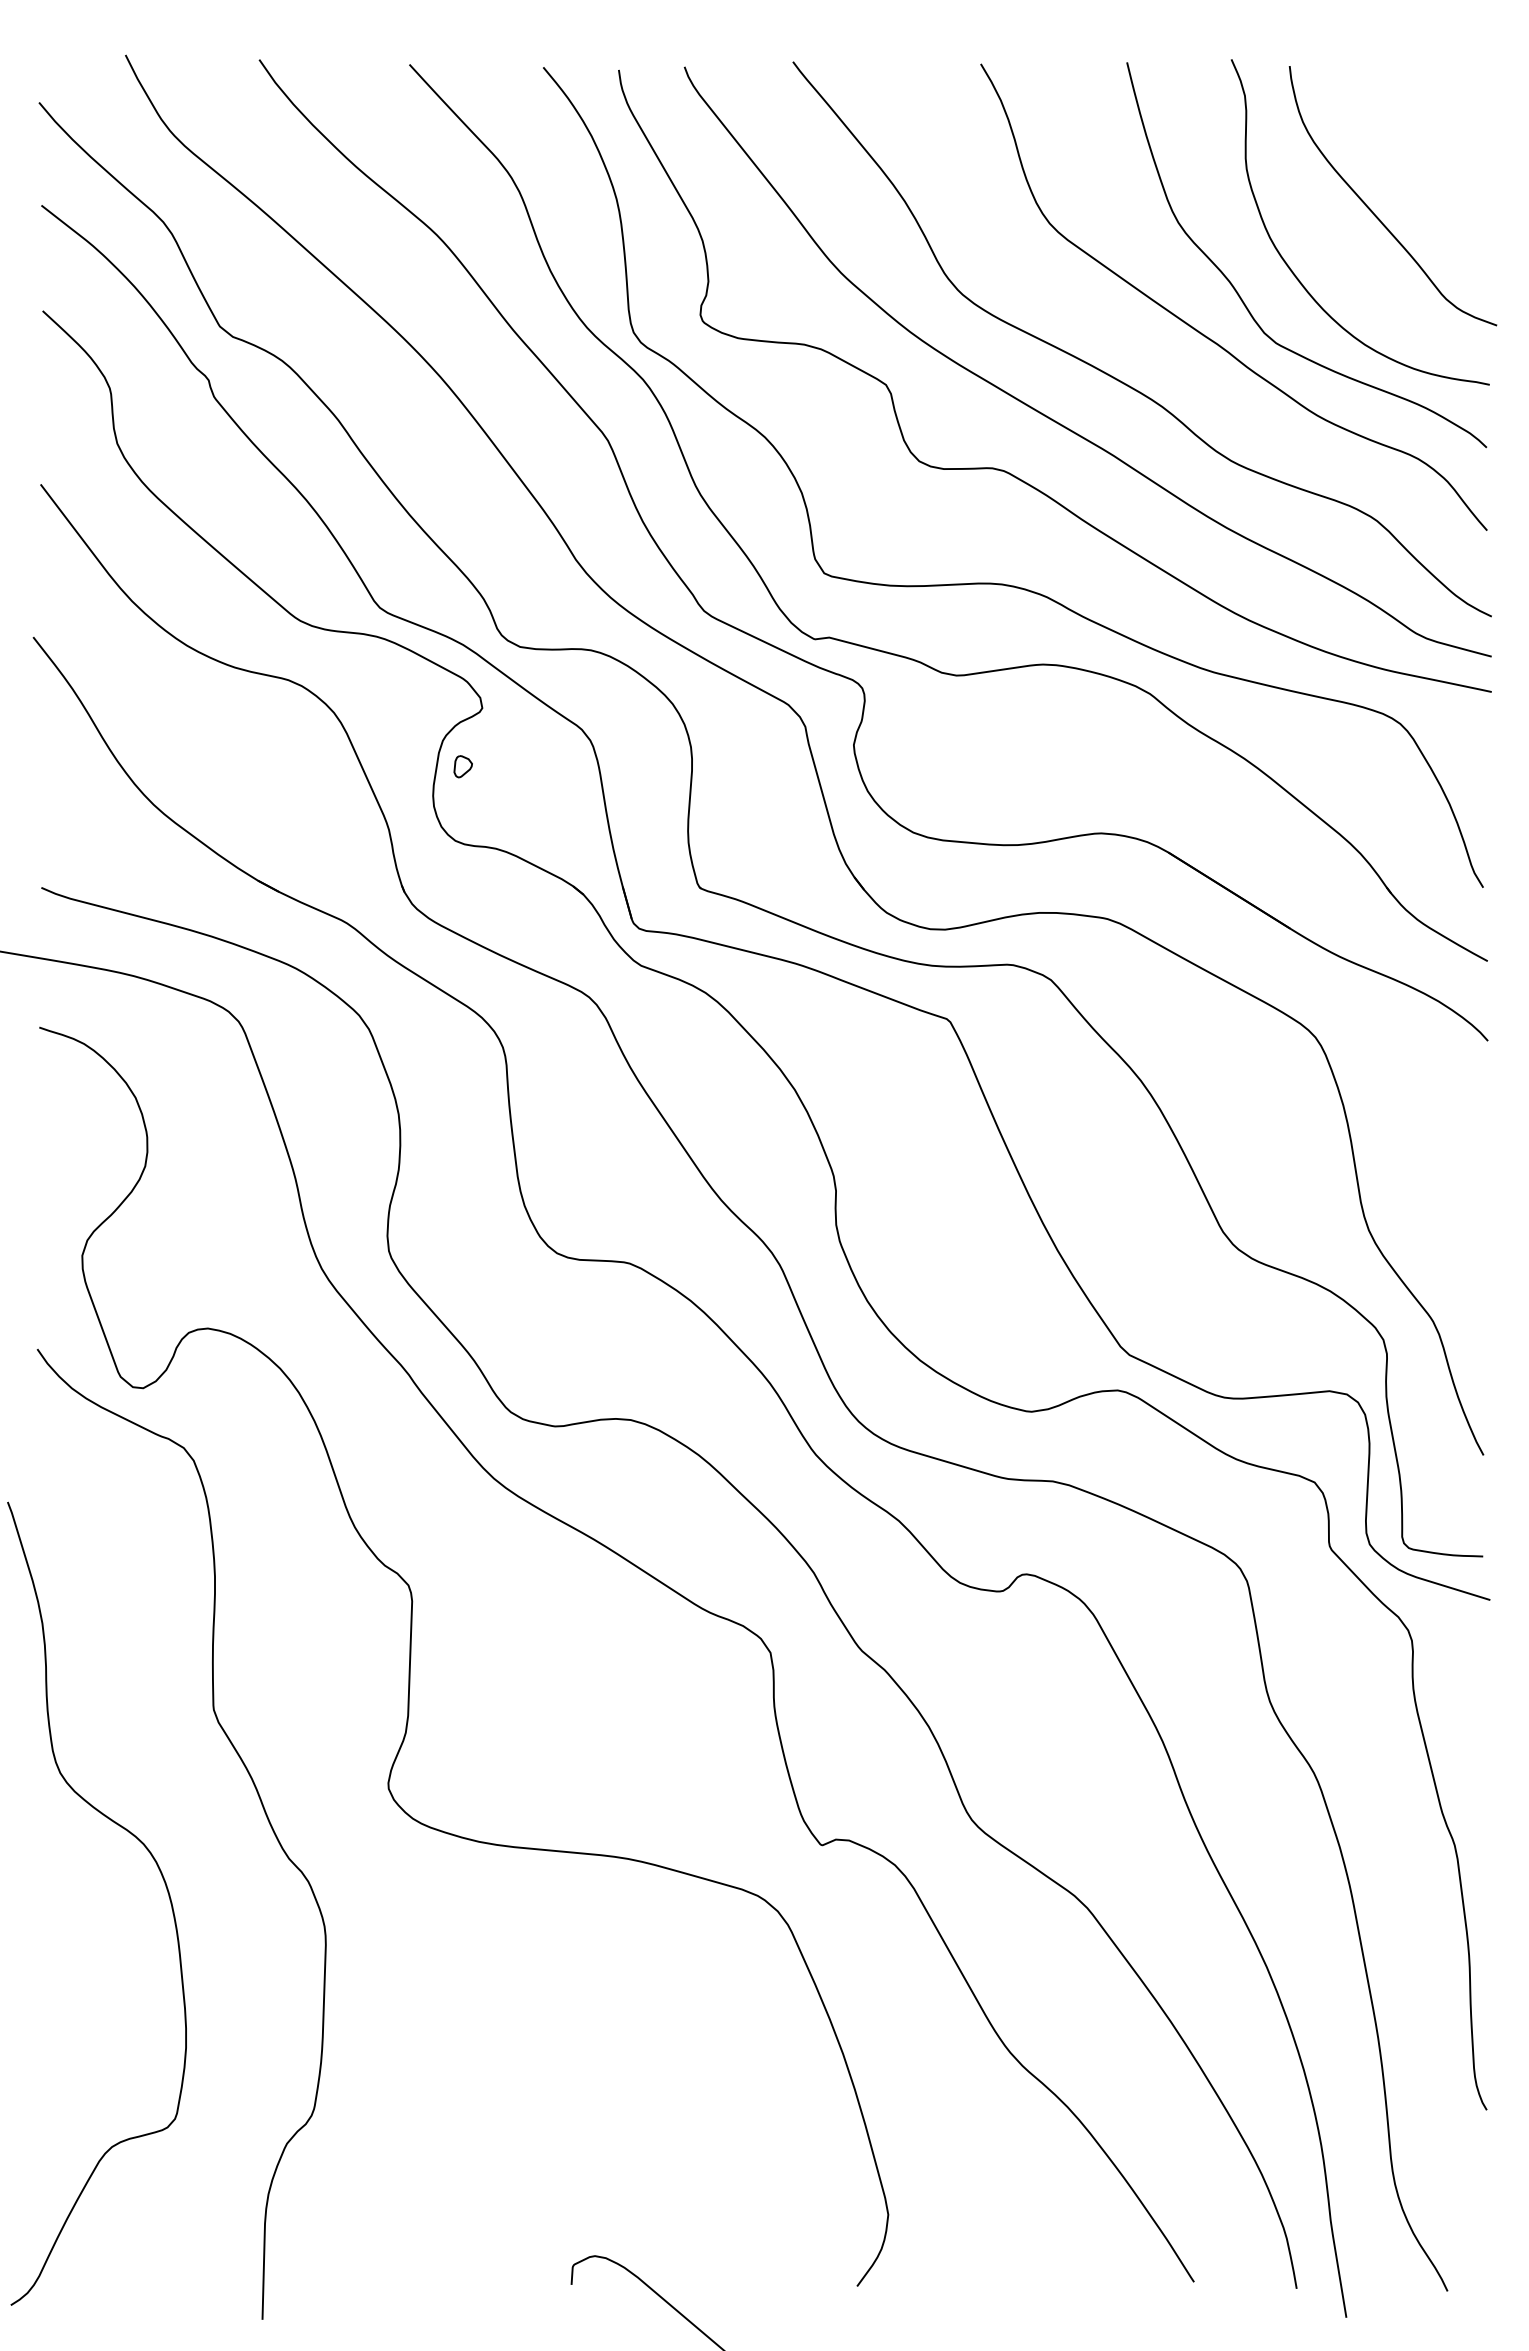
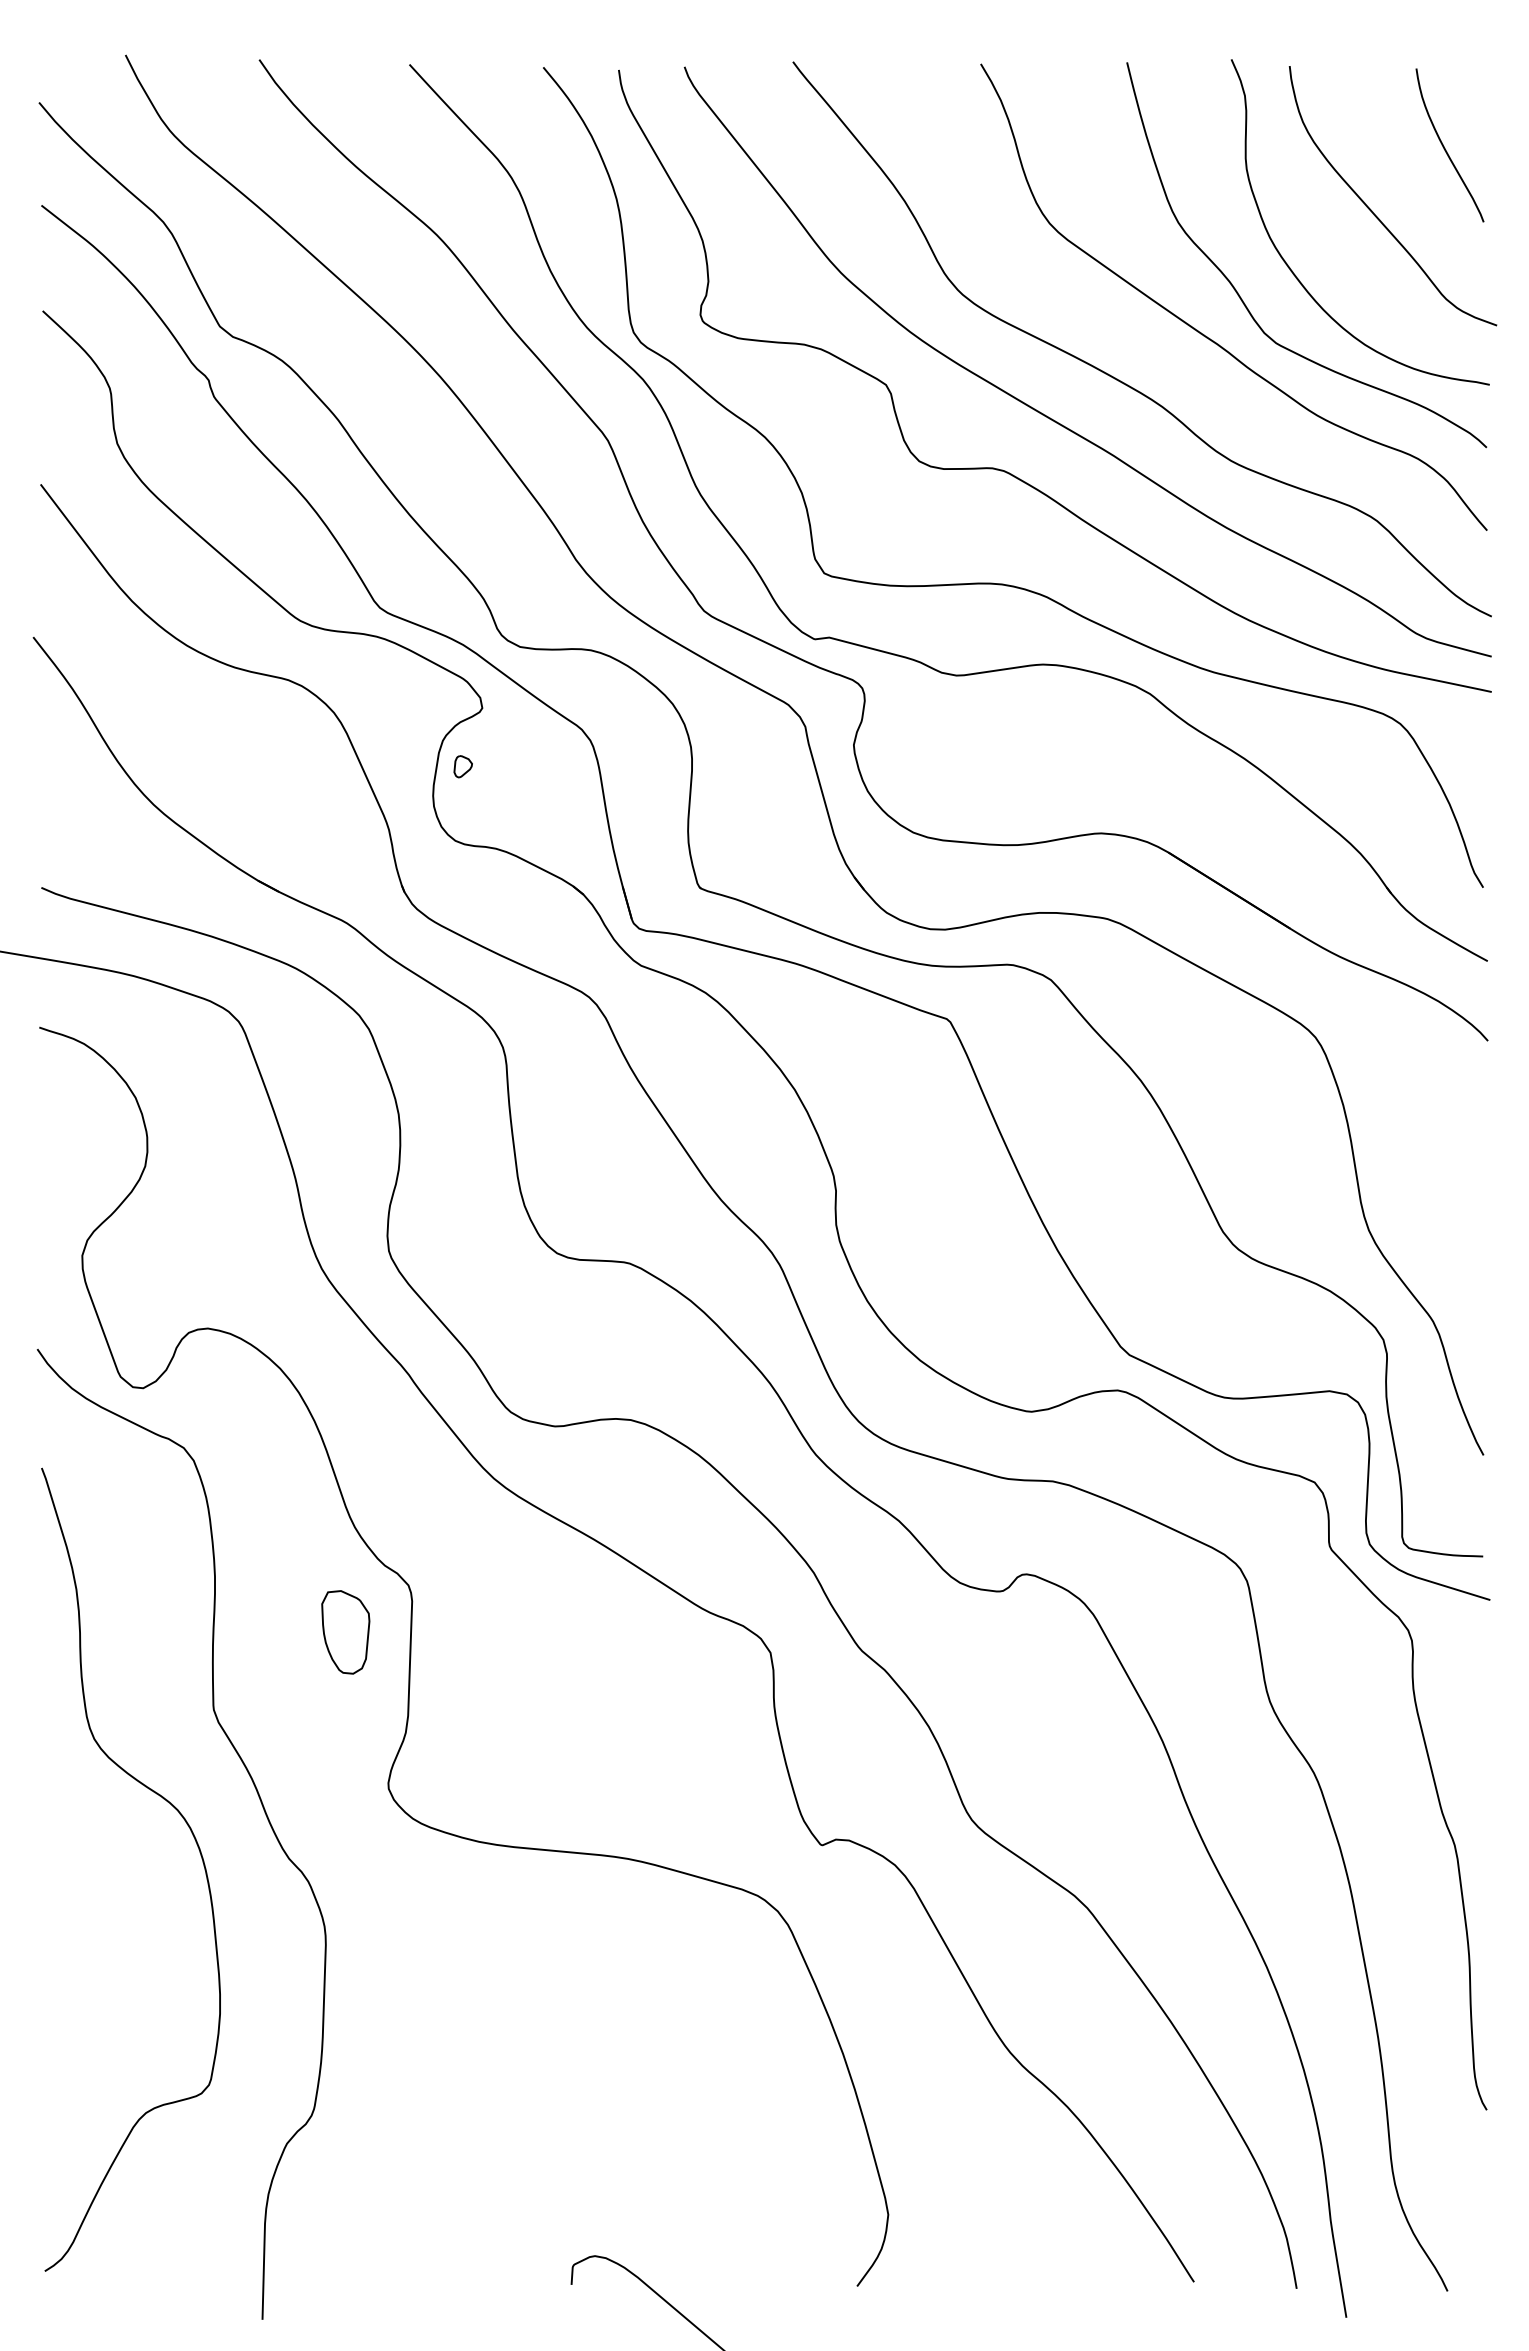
curve at (1445, 148): none -> present
part at (345, 1632): none -> present
curve at (161, 1876) position: (161, 1876) -> (195, 1842)
